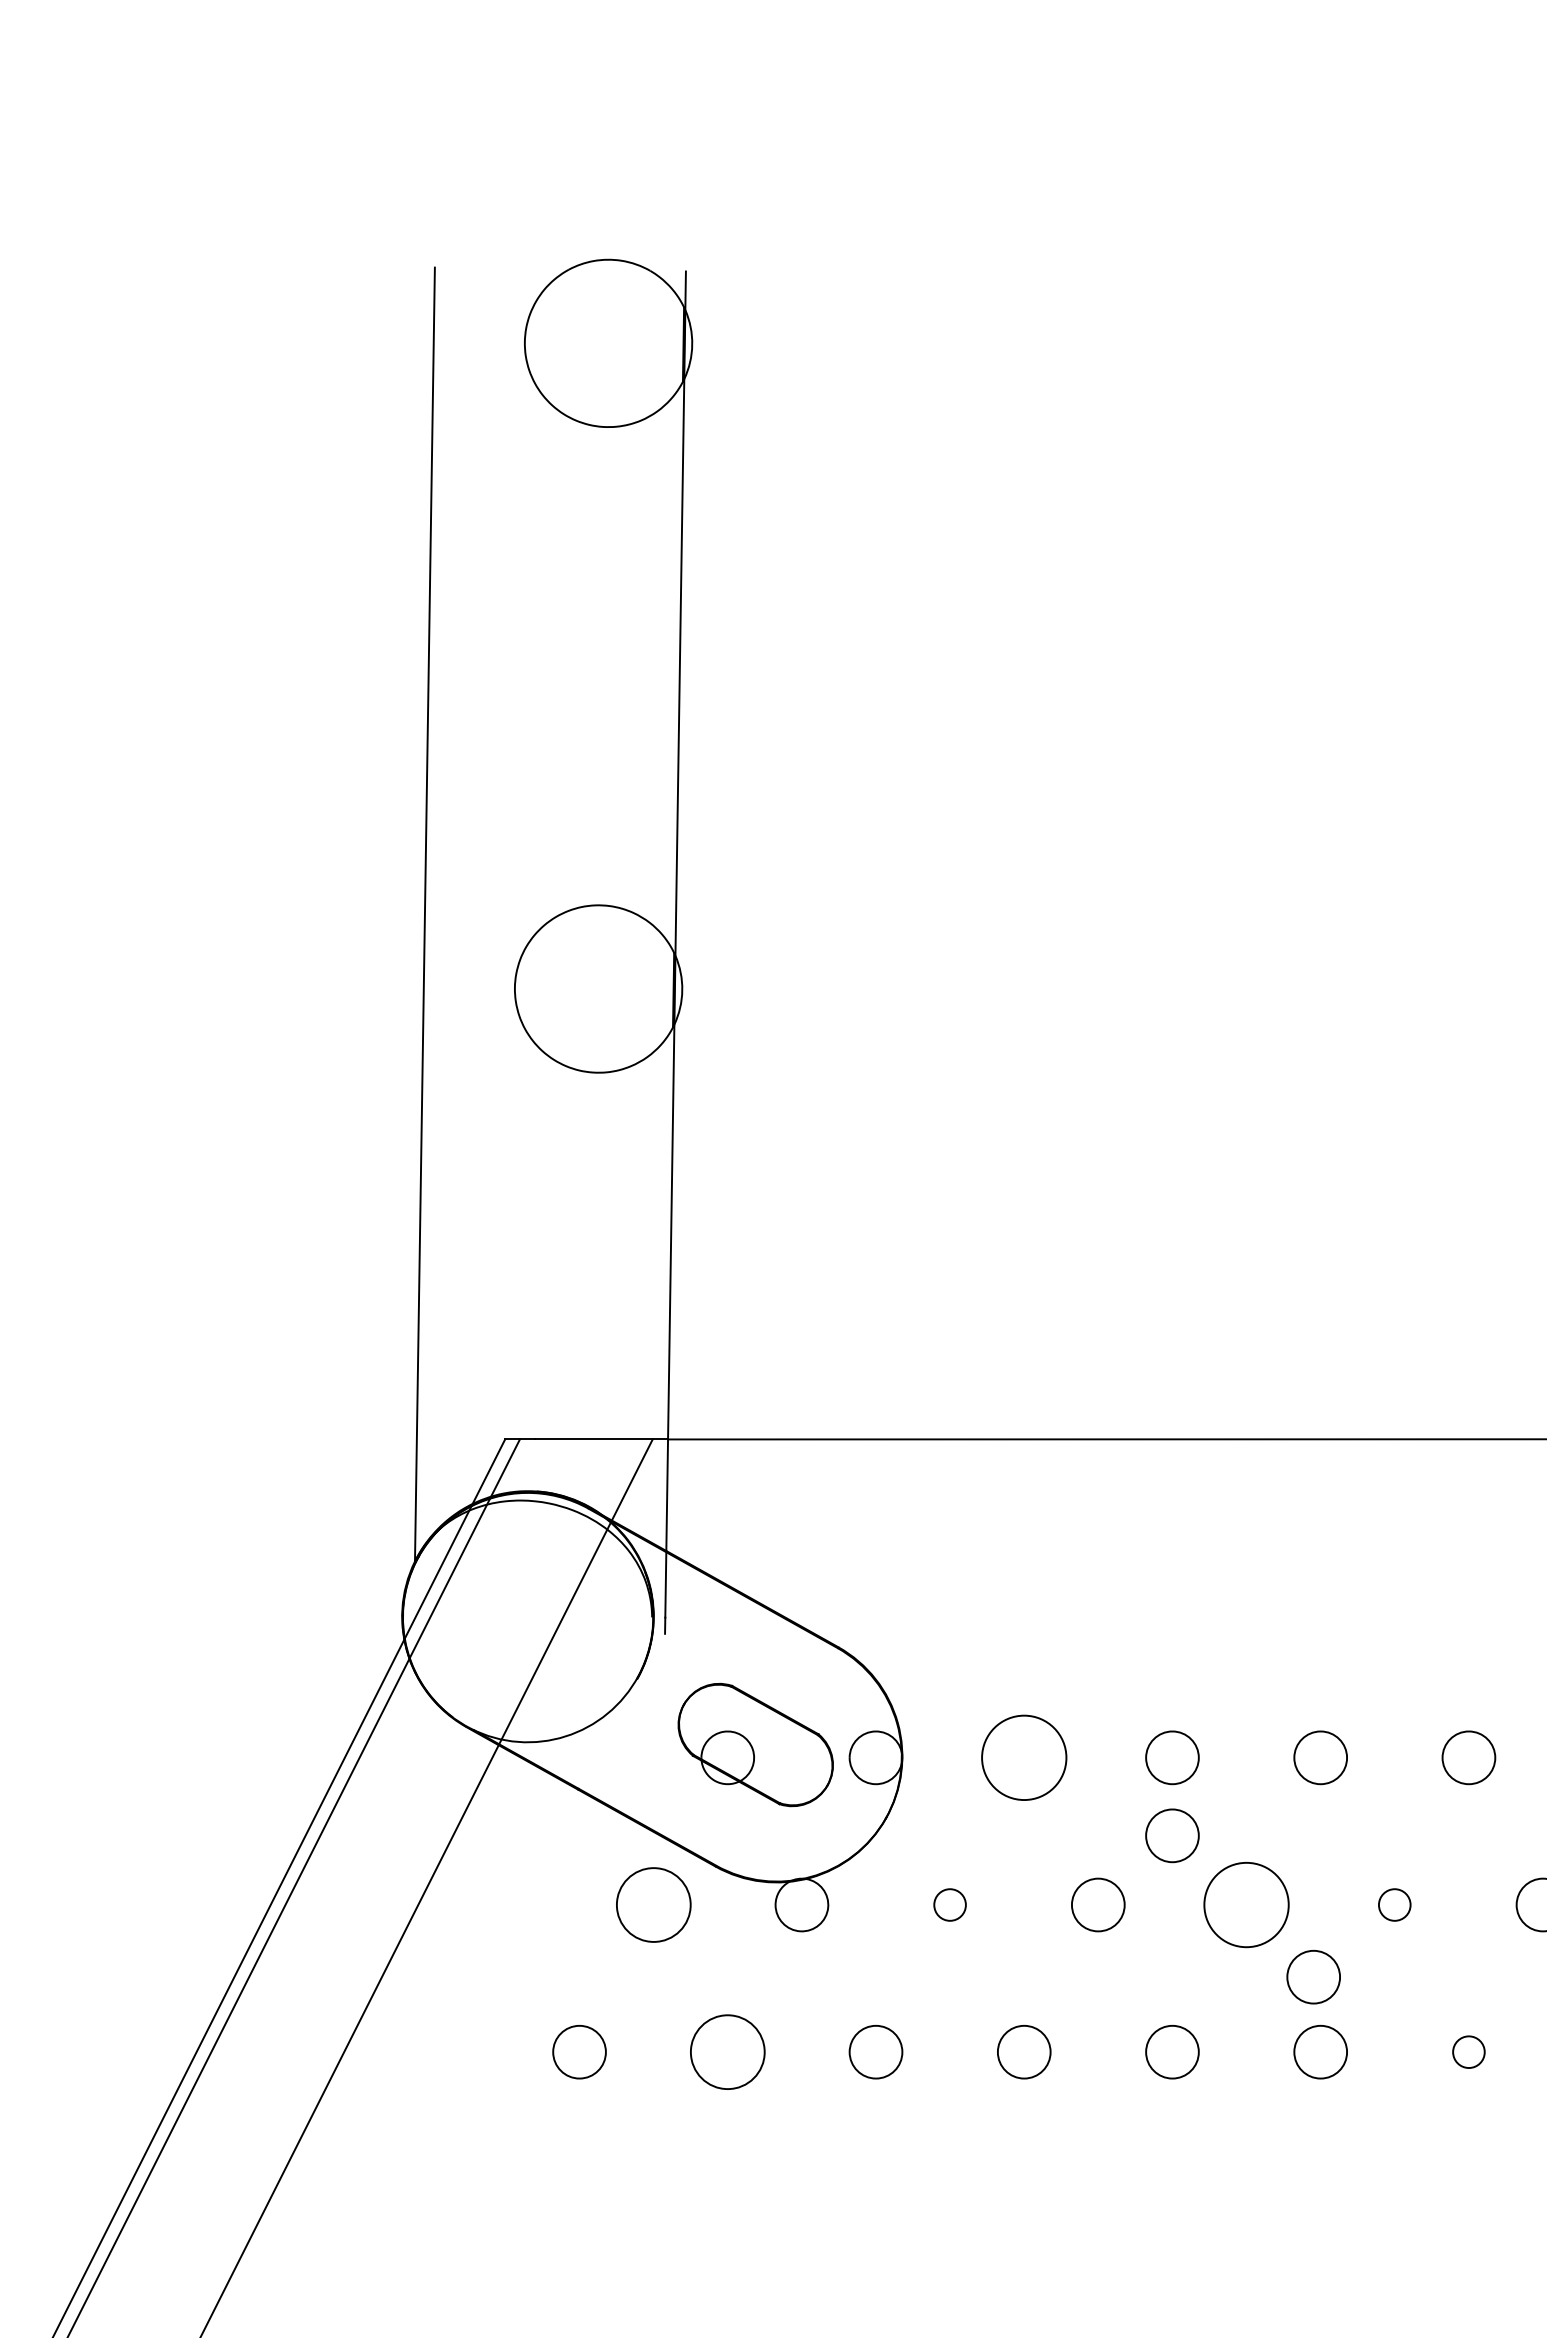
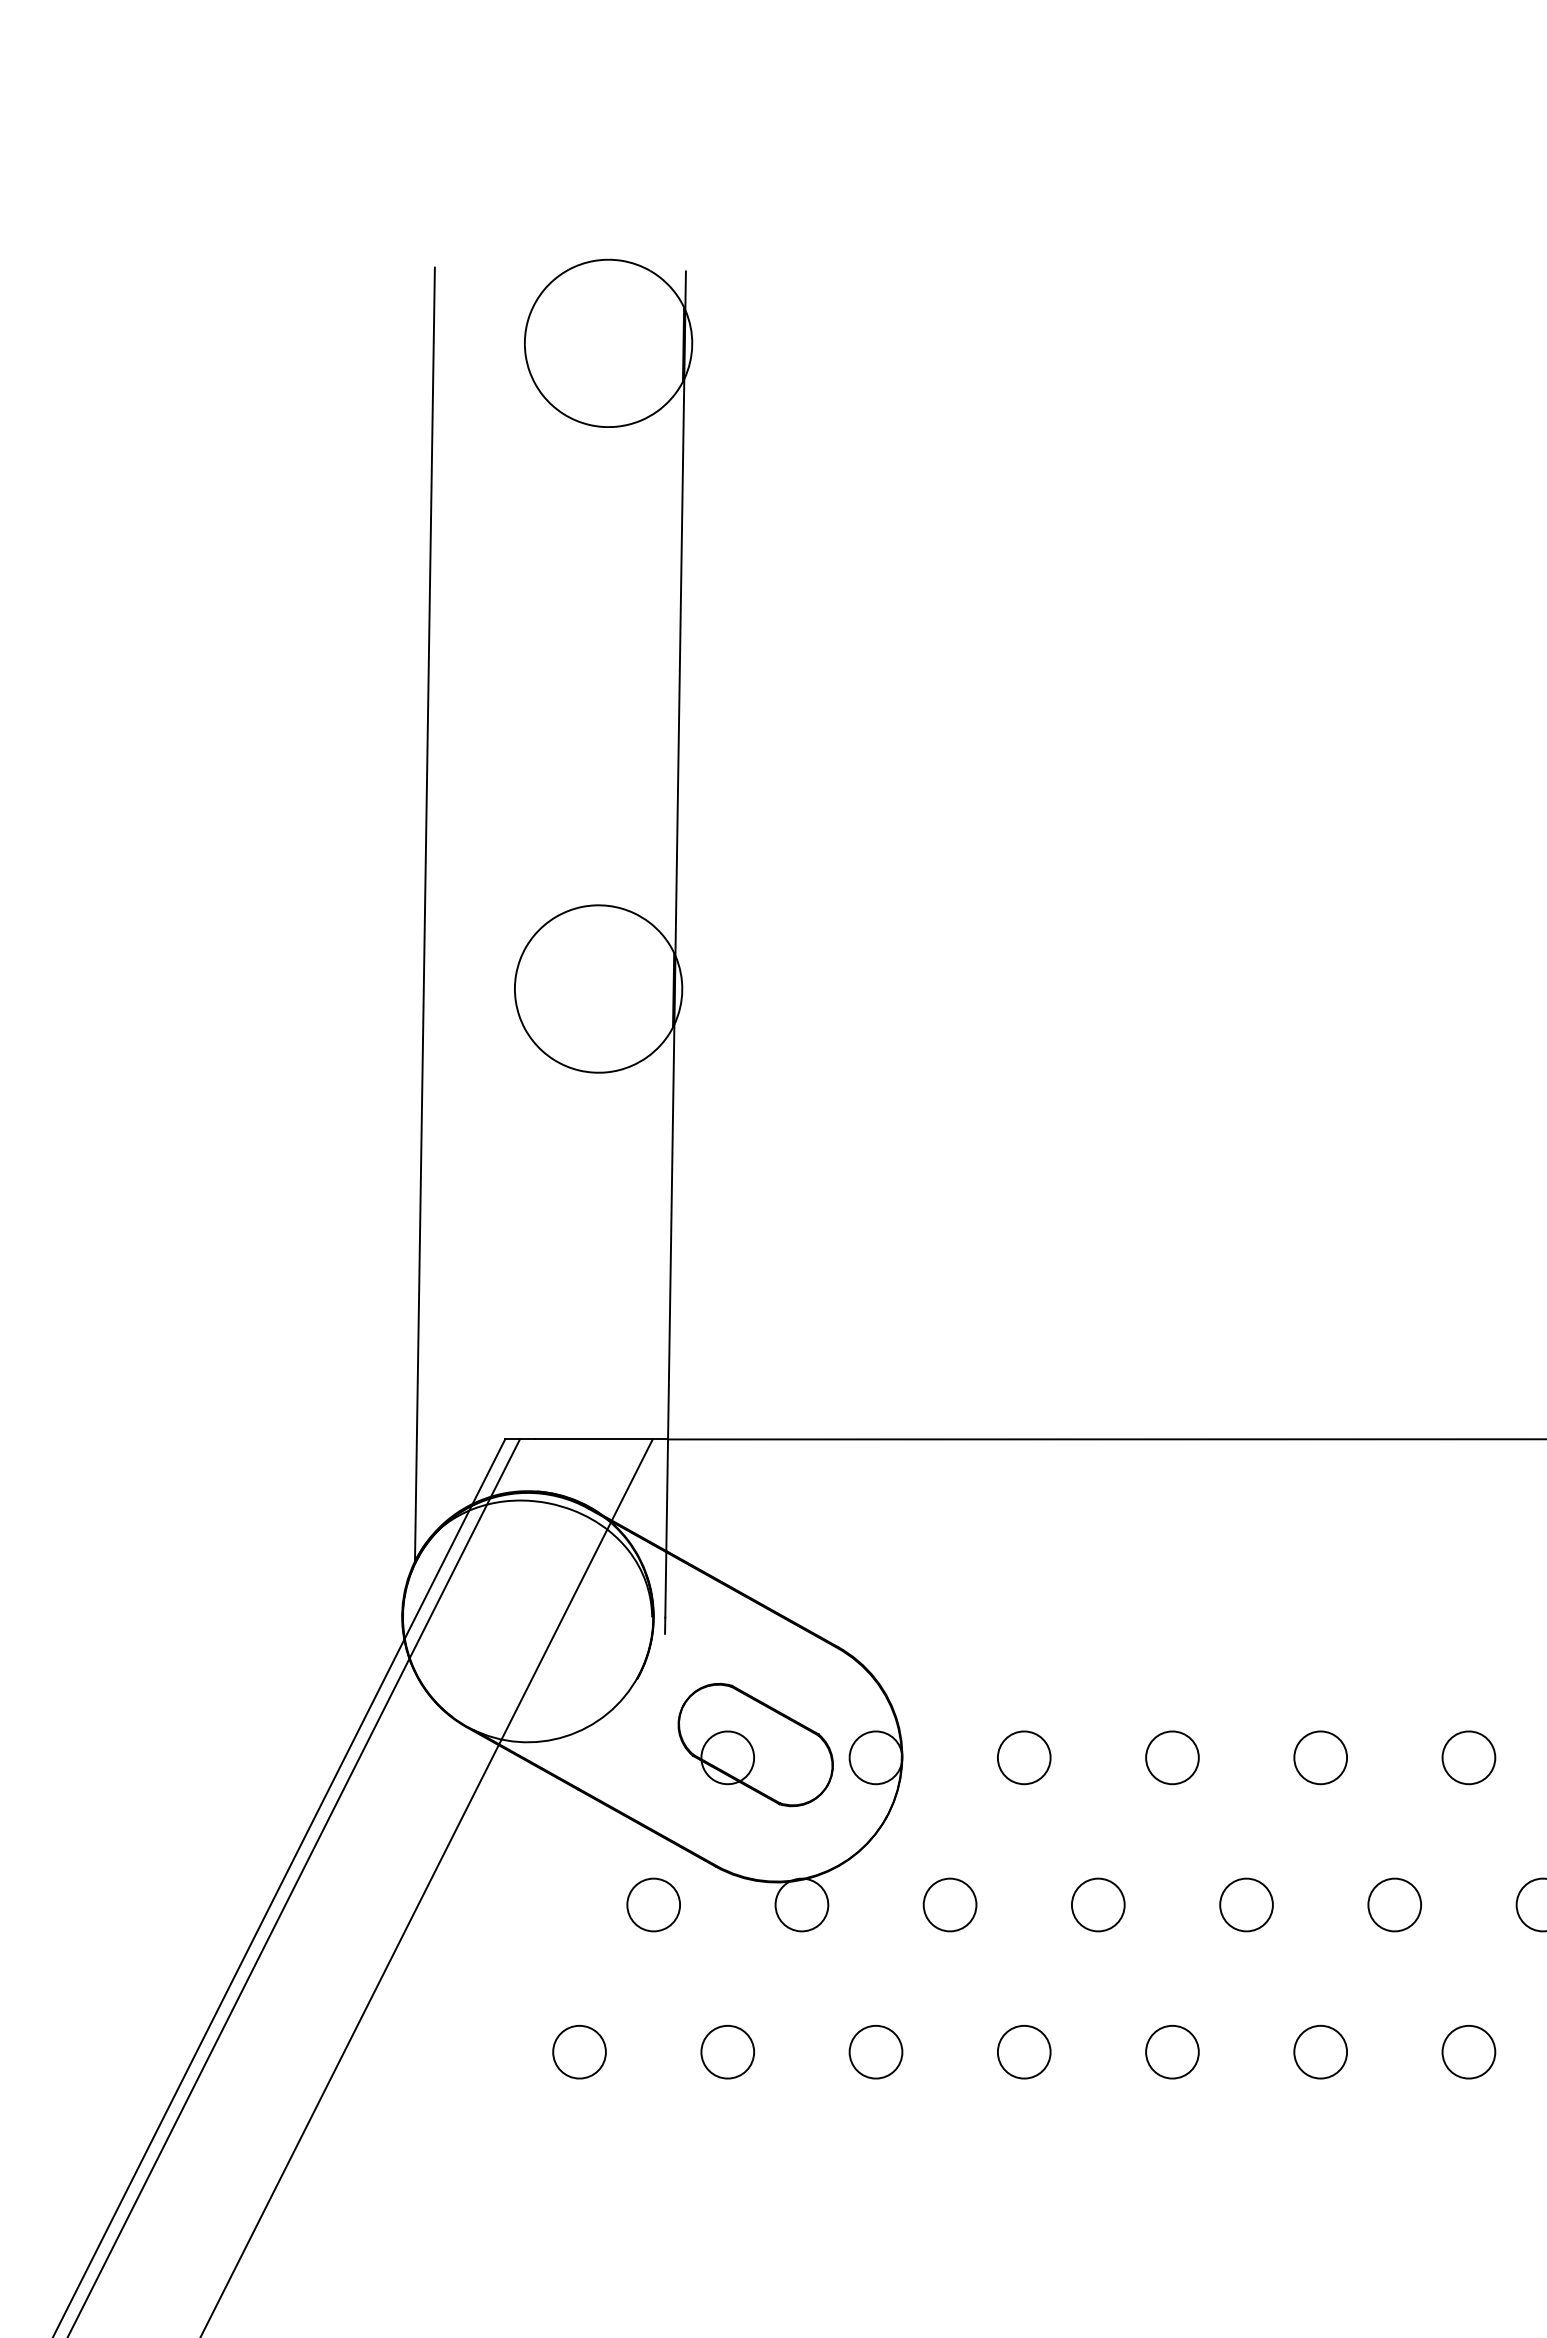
circle at (1024, 1757) diameter: 84 px -> 53 px
circle at (1172, 1835): present -> none
circle at (653, 1904) size: 76x76 px -> 55x56 px
circle at (949, 1904) diameter: 32 px -> 53 px
circle at (1246, 1904) diameter: 84 px -> 53 px
circle at (1394, 1904) diameter: 32 px -> 53 px
circle at (1313, 1977): present -> none
circle at (727, 2052) diameter: 74 px -> 53 px
circle at (1468, 2052) diameter: 32 px -> 53 px
